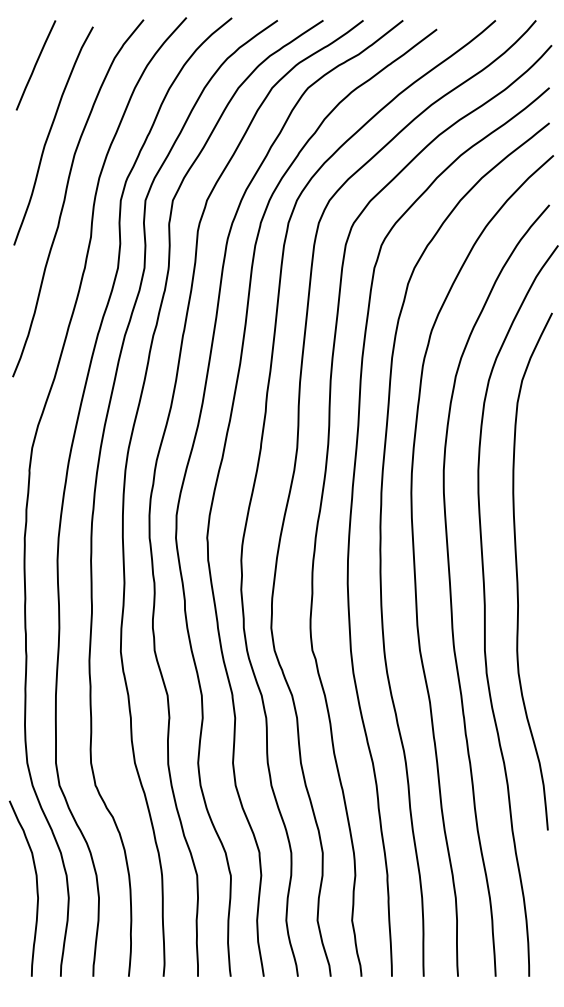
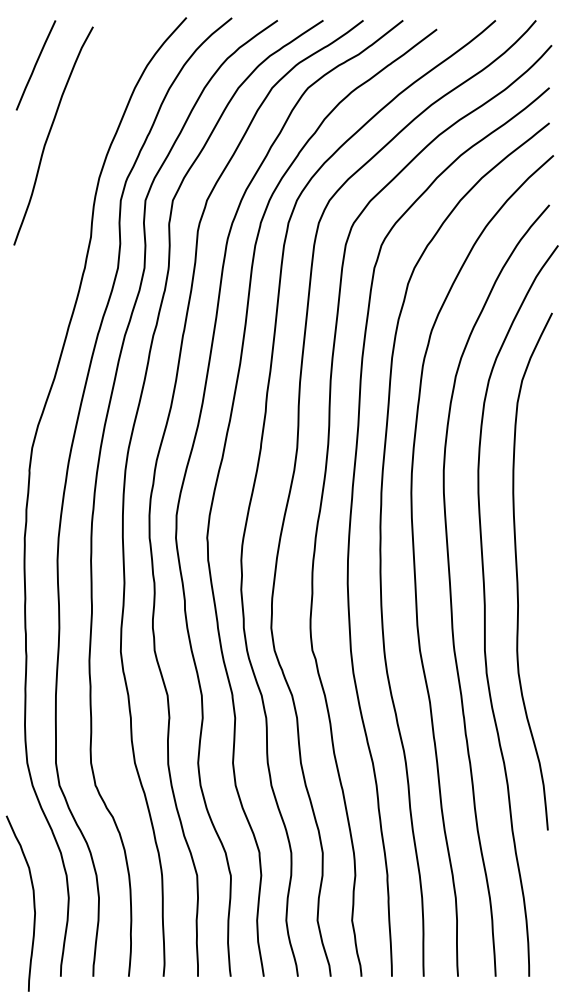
curve at (66, 196): present -> none
curve at (36, 888) position: (36, 888) -> (33, 903)
